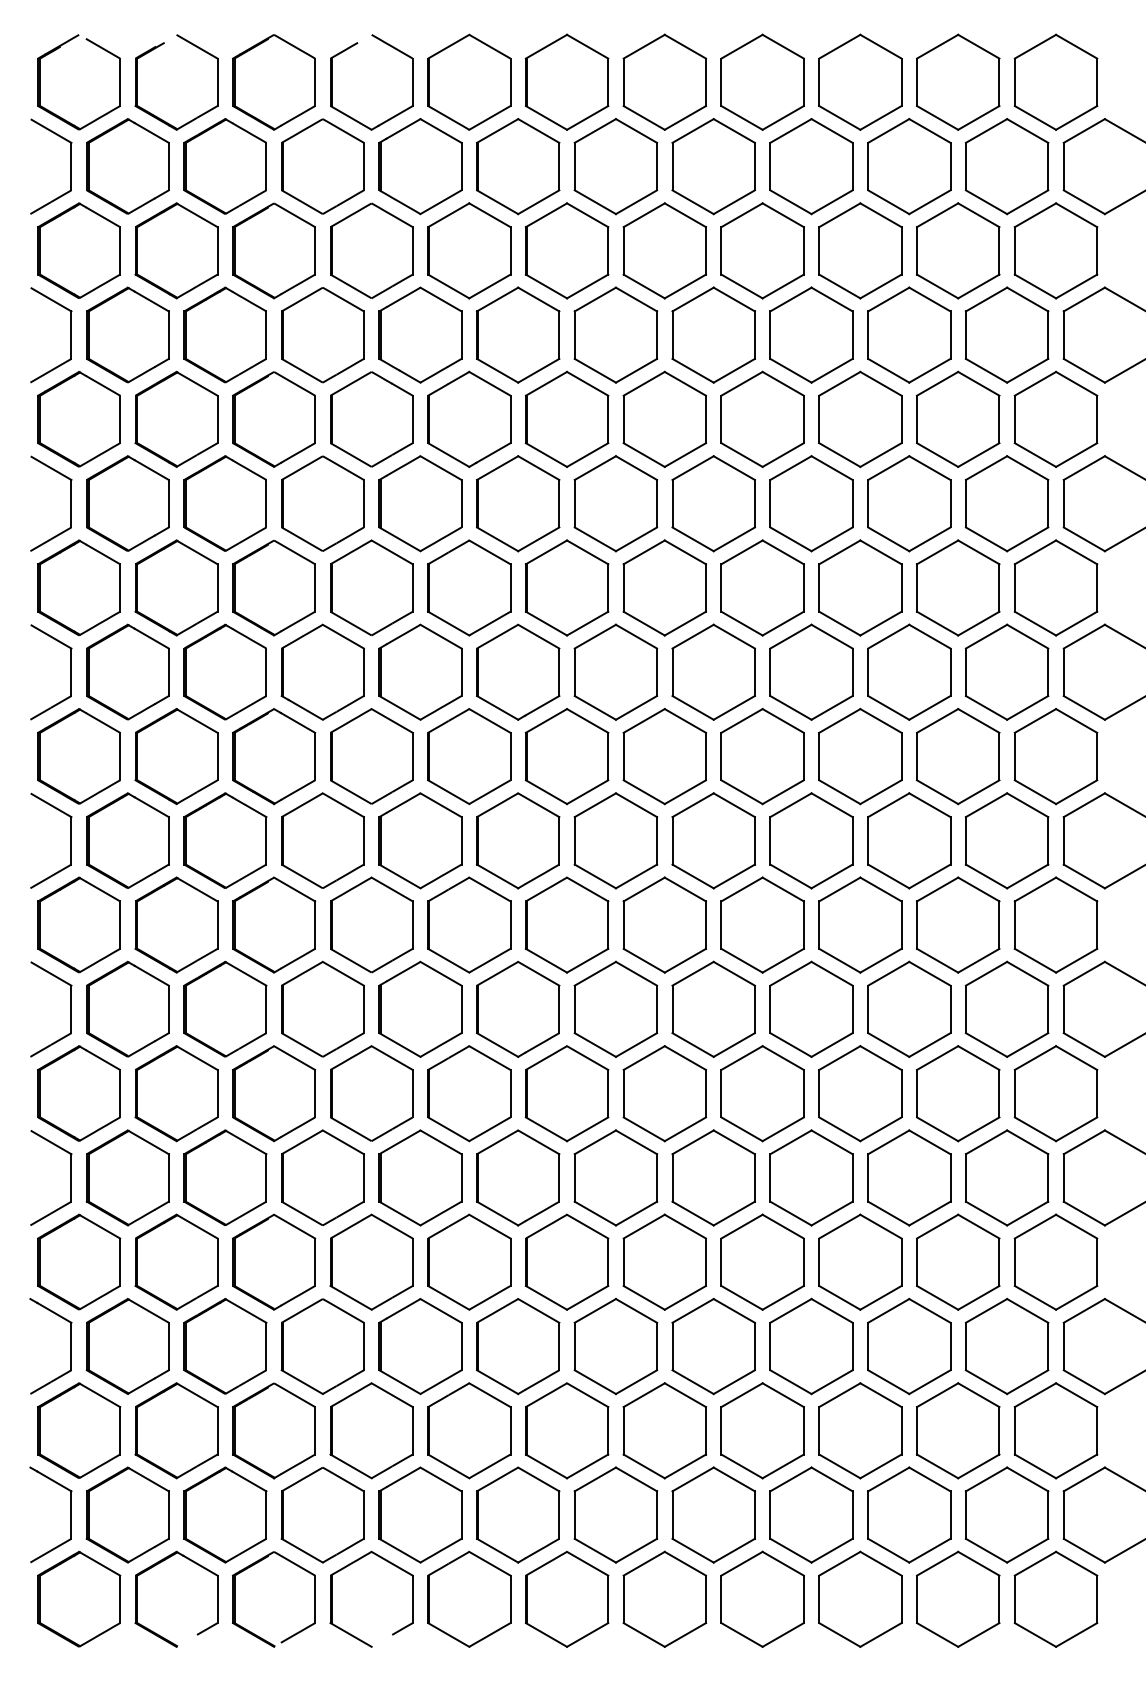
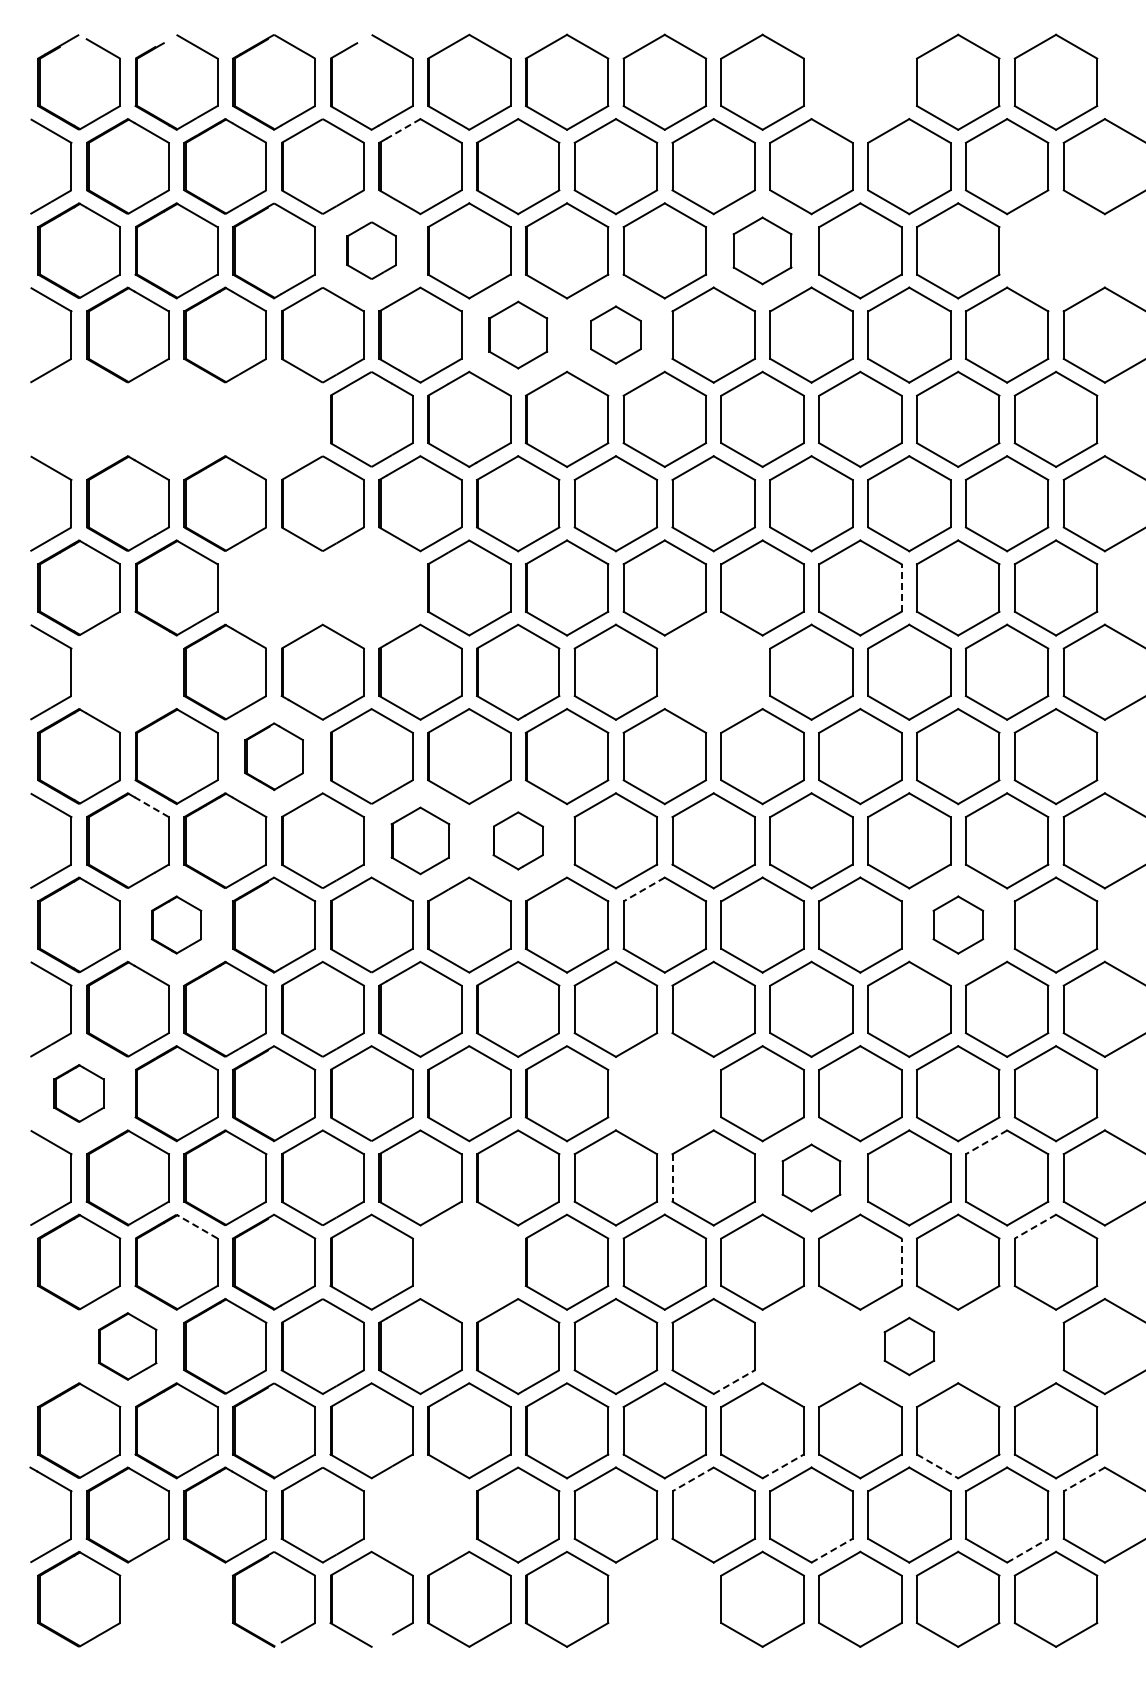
part at (860, 81): present -> none
line at (403, 128): solid -> dashed
part at (371, 250) size: 84x97 px -> 51x59 px
part at (762, 250) size: 85x98 px -> 61x70 px
part at (1055, 250): present -> none
part at (518, 334) size: 85x98 px -> 61x70 px
part at (615, 334) size: 86x98 px -> 52x60 px
part at (176, 418): present -> none
part at (78, 419): present -> none
part at (273, 419): present -> none
part at (371, 587): present -> none
part at (273, 588): present -> none
line at (901, 588): solid -> dashed
part at (127, 671): present -> none
part at (713, 671): present -> none
part at (274, 756) size: 85x98 px -> 60x69 px
line at (151, 807): solid -> dashed
part at (420, 840) size: 85x98 px -> 61x70 px
part at (518, 840) size: 85x98 px -> 52x60 px
line at (644, 889): solid -> dashed
part at (176, 924) size: 85x98 px -> 53x60 px
part at (958, 924) size: 85x98 px -> 53x60 px
part at (78, 1093) size: 84x97 px -> 52x59 px
part at (664, 1093): present -> none
line at (986, 1142): solid -> dashed
line at (672, 1177): solid -> dashed
part at (811, 1177) size: 85x98 px -> 61x70 px
line at (197, 1226): solid -> dashed
line at (1035, 1226): solid -> dashed
part at (469, 1261): present -> none
line at (901, 1262): solid -> dashed
part at (70, 1346): present -> none
part at (127, 1346) size: 85x97 px -> 60x69 px
part at (811, 1346): present -> none
part at (909, 1346) size: 85x99 px -> 53x61 px
part at (1006, 1346): present -> none
line at (734, 1382): solid -> dashed
line at (783, 1466): solid -> dashed
line at (937, 1466): solid -> dashed
line at (693, 1479): solid -> dashed
line at (1084, 1479): solid -> dashed
part at (420, 1514): present -> none
line at (832, 1550): solid -> dashed
line at (1027, 1550): solid -> dashed
part at (155, 1566): present -> none
part at (664, 1598): present -> none
